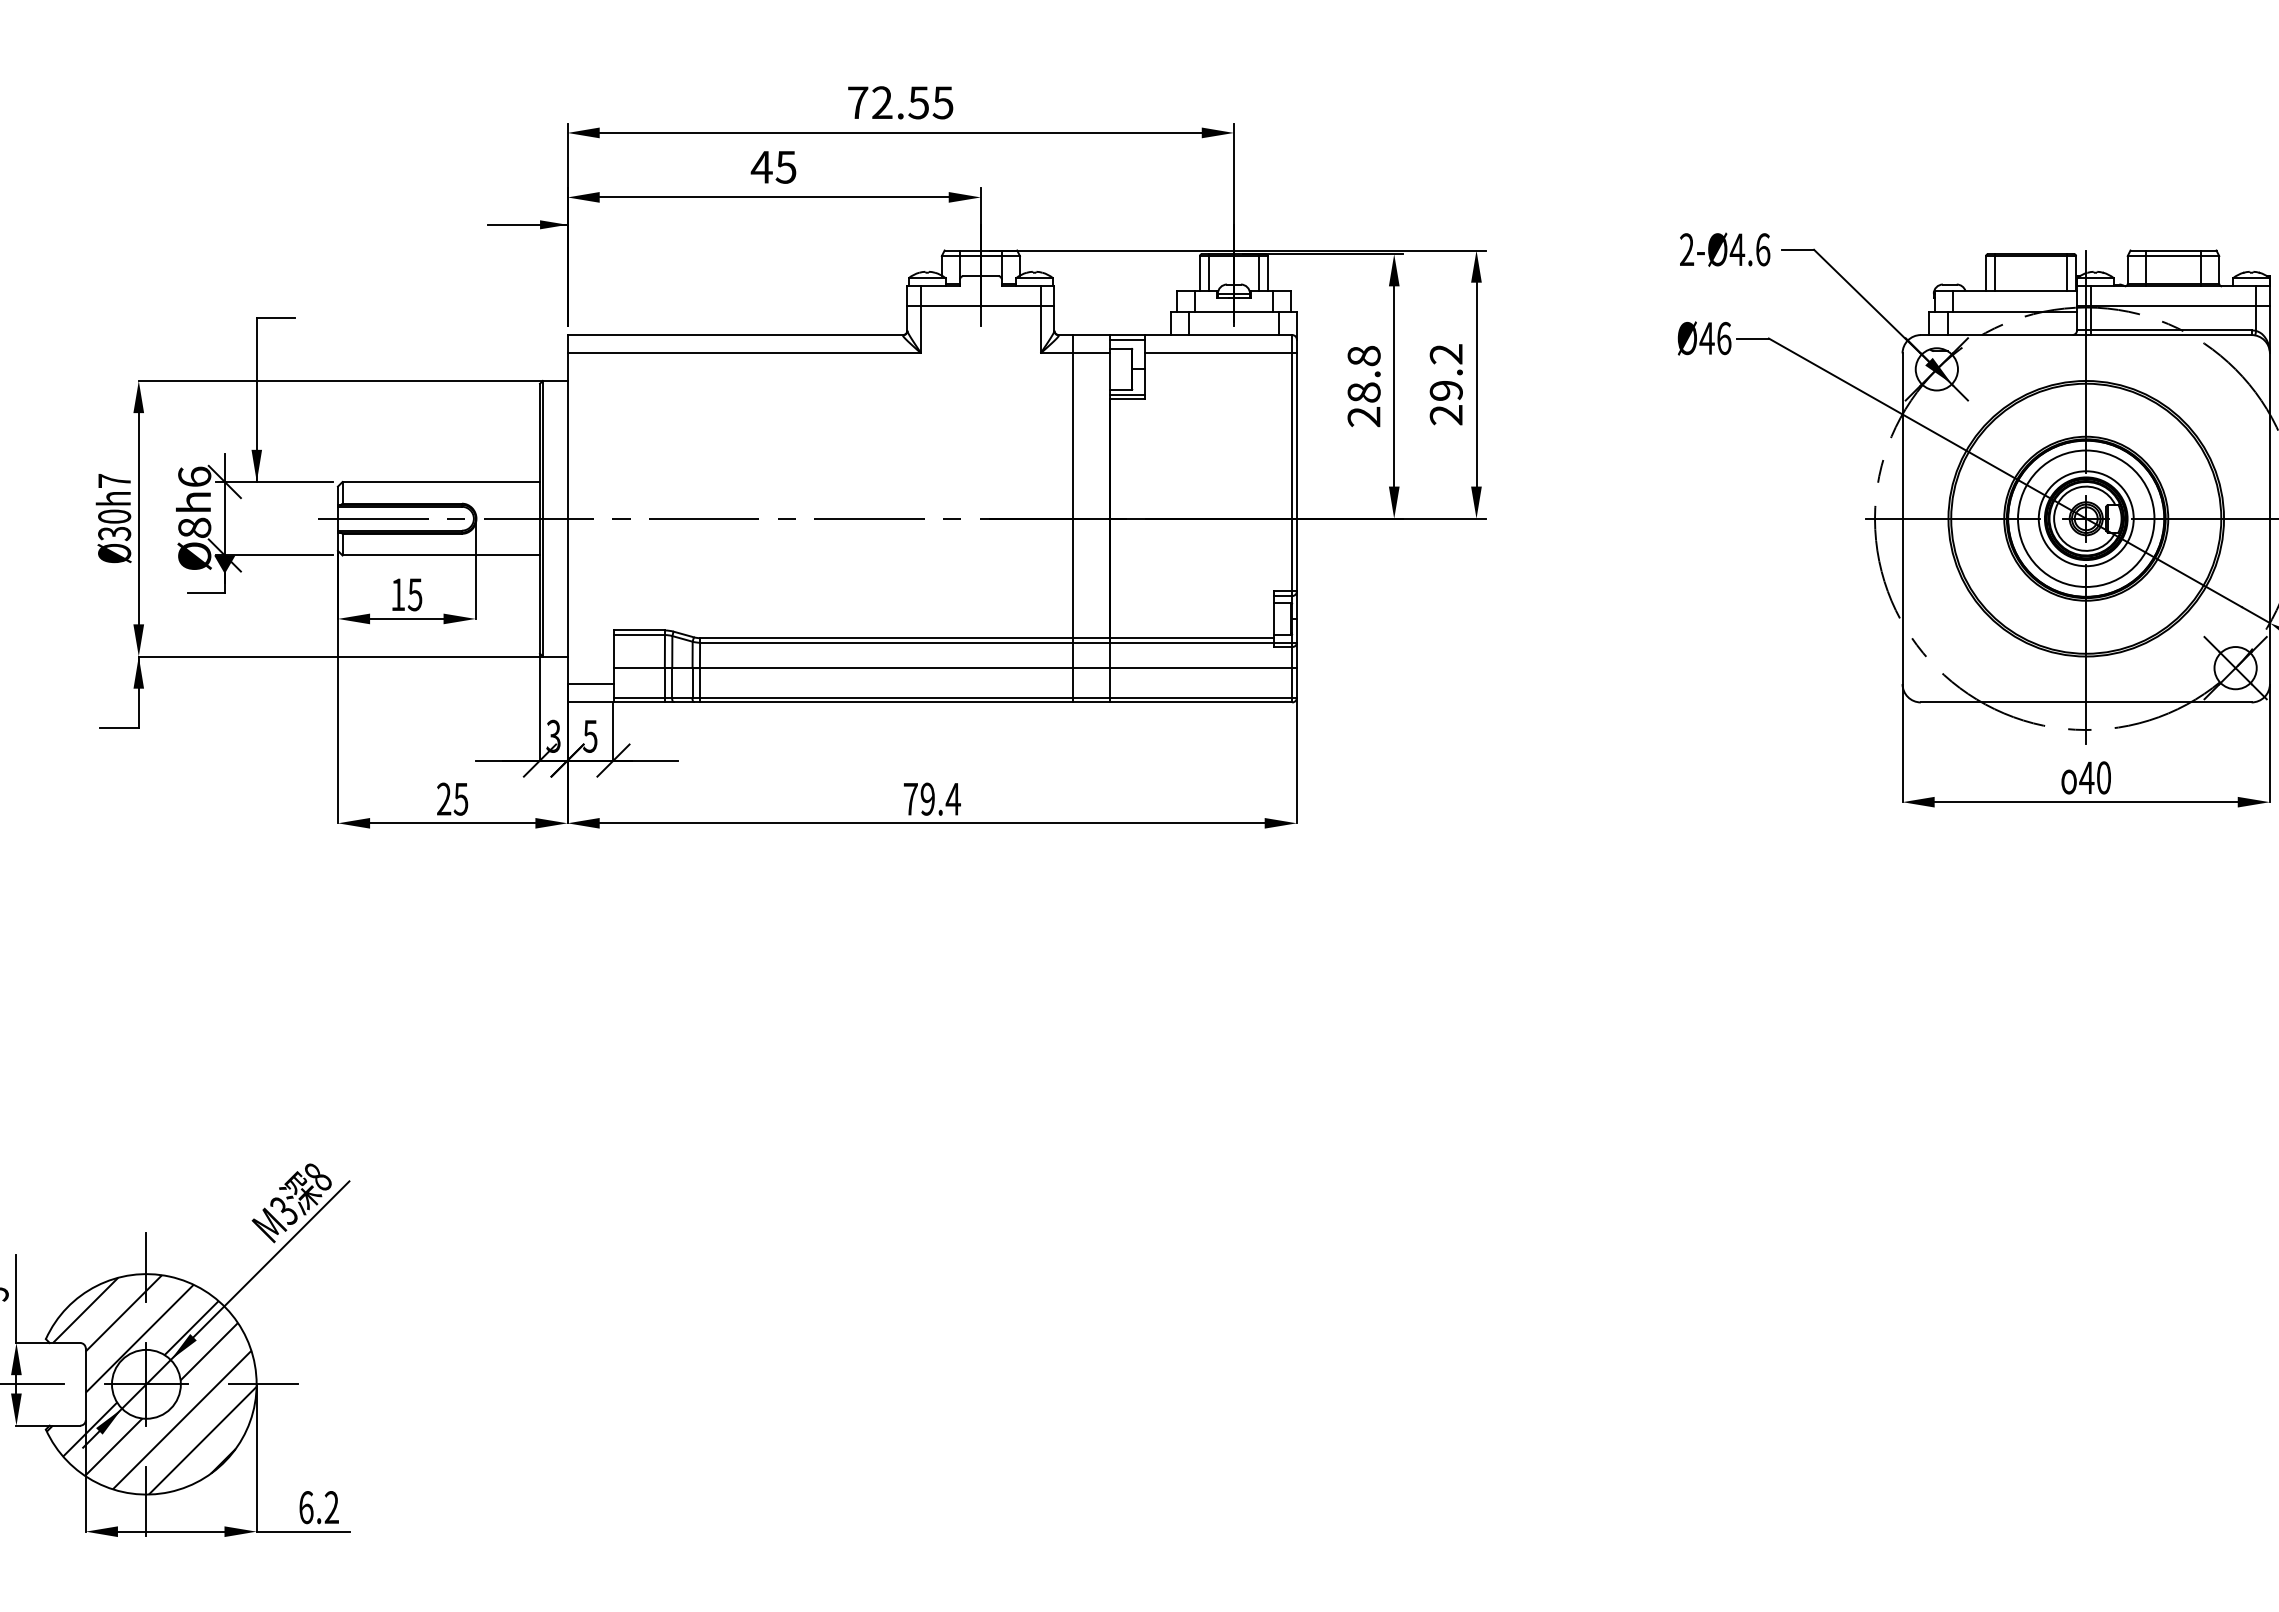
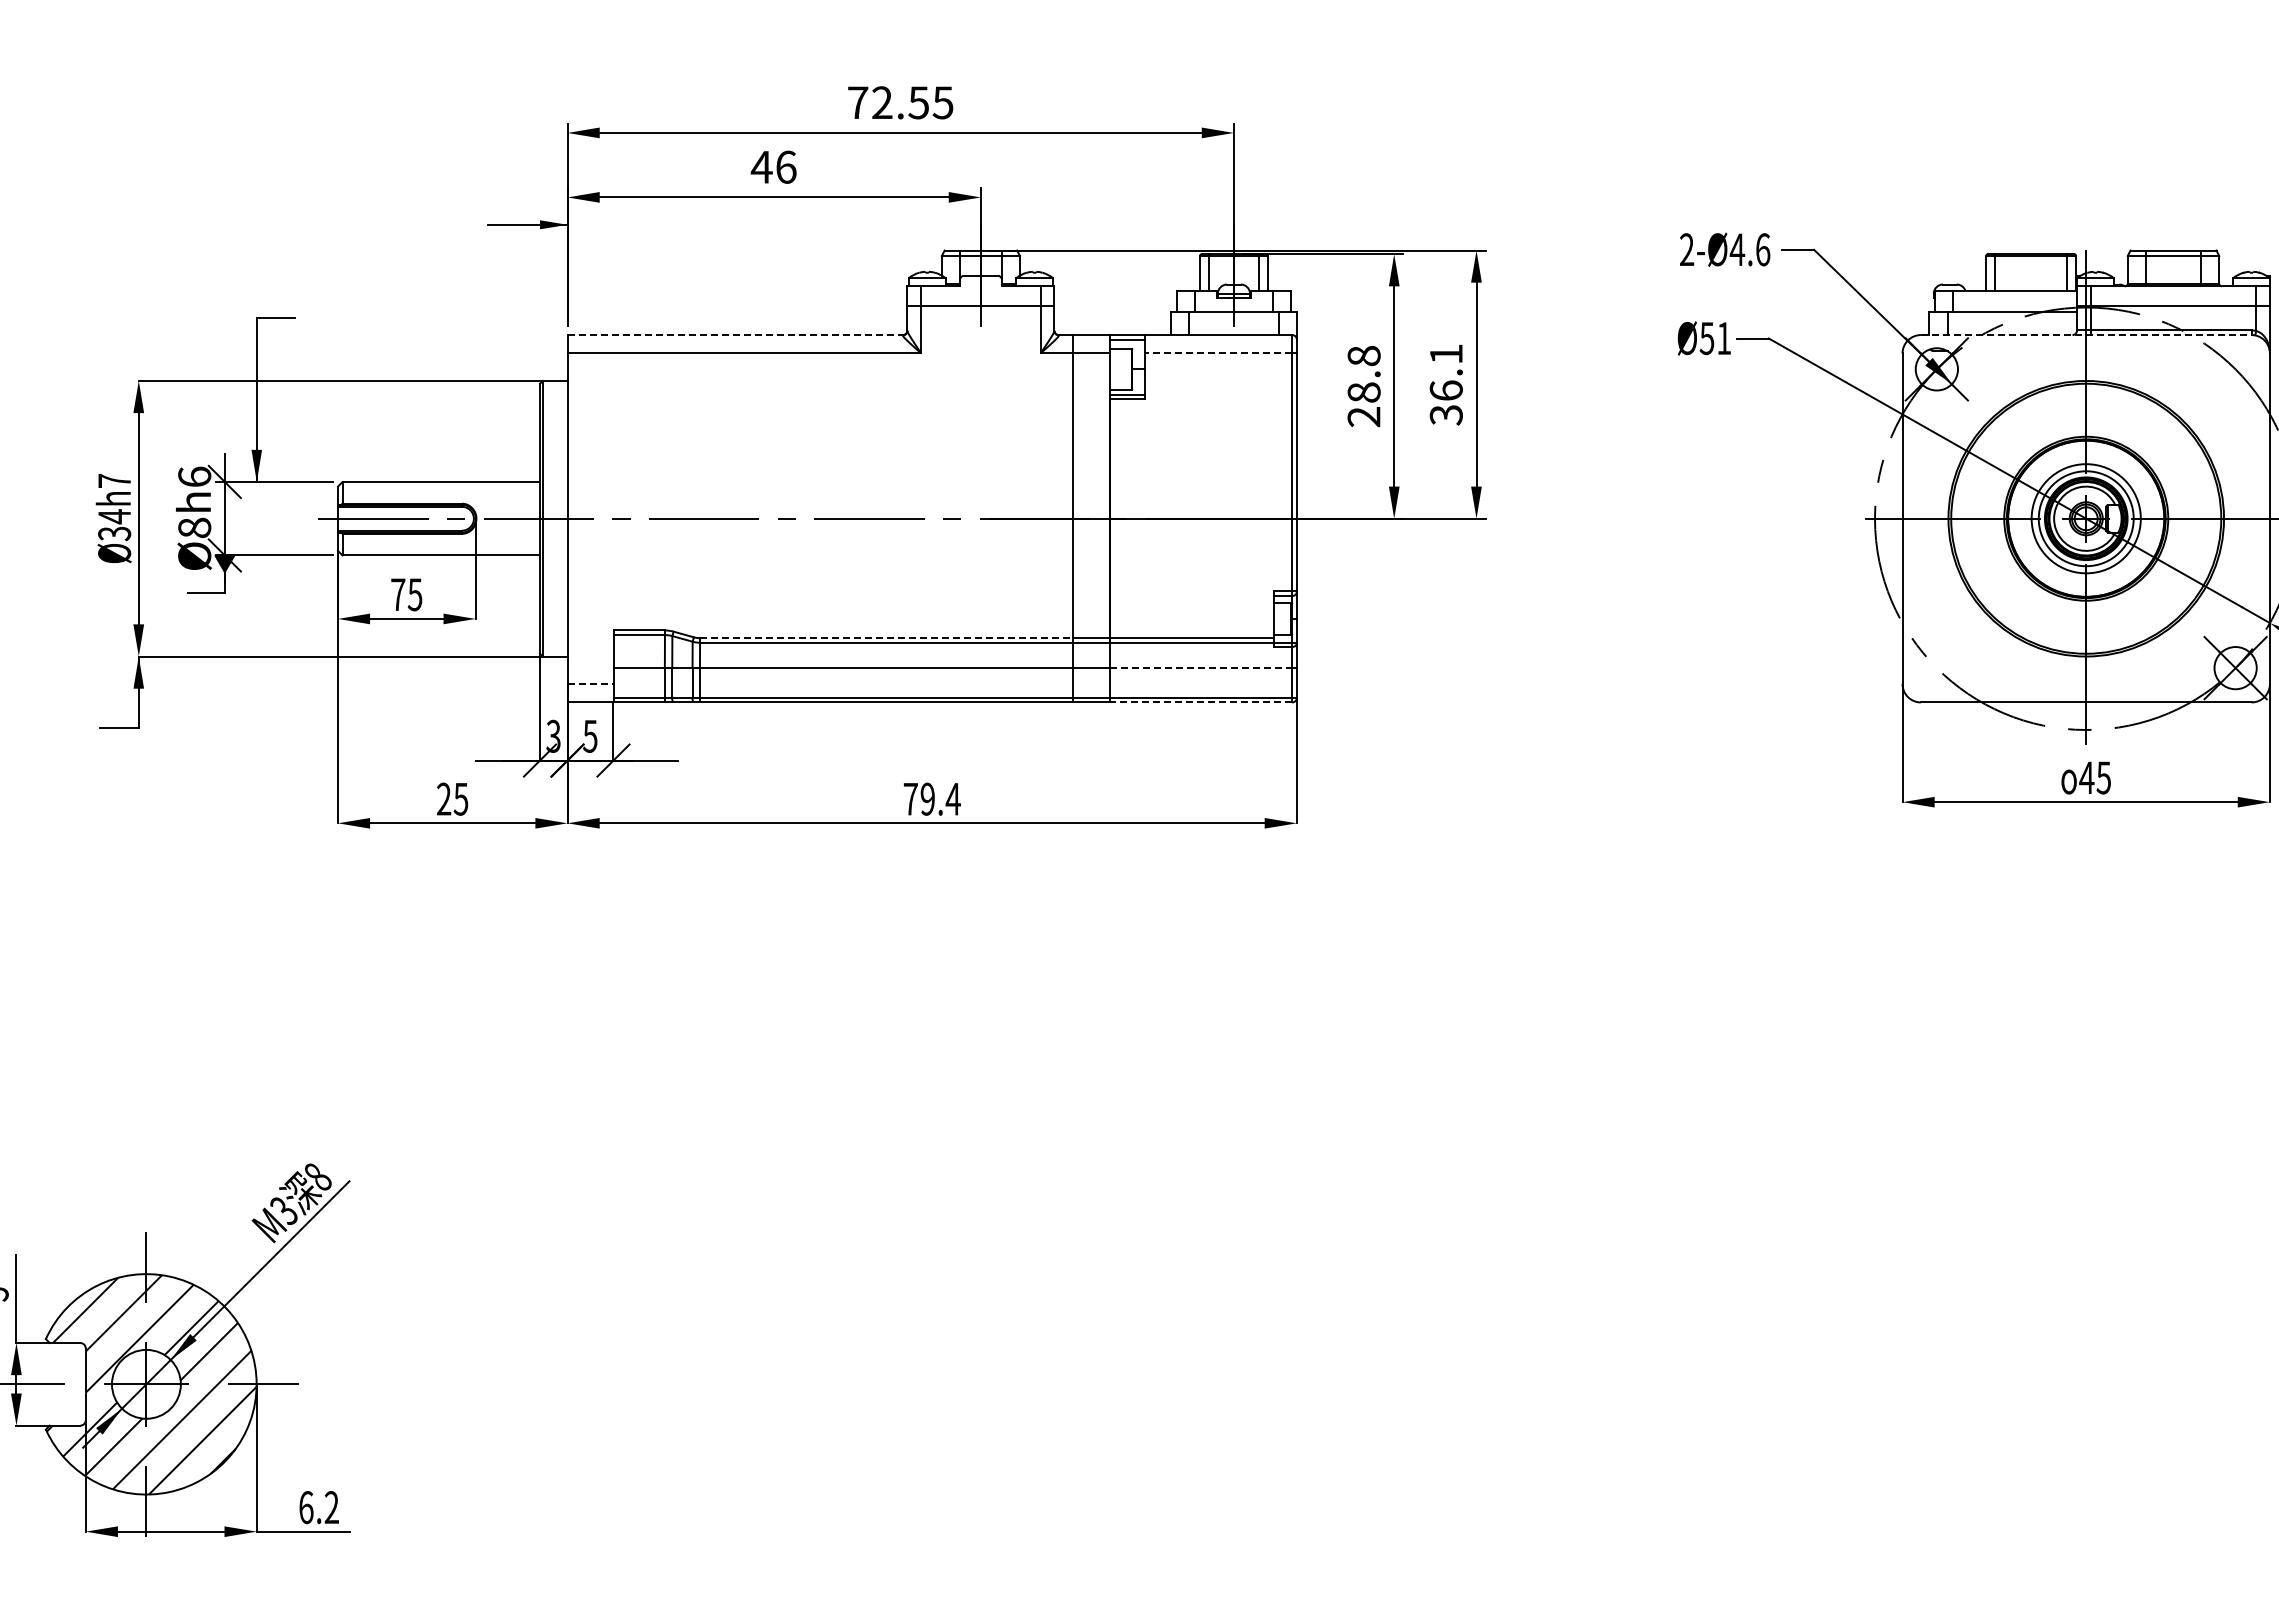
text at (785, 166): 45 -> 46
line at (735, 335): solid -> dashed
line at (2086, 335): solid -> dashed
text at (1715, 338): Ø46 -> Ø51
line at (1218, 353): solid -> dashed
text at (1445, 384): 29.2 -> 36.1
text at (114, 516): 30h7 -> 34h7
circle at (2086, 518) diameter: 136 px -> 109 px
text at (398, 594): 15 -> 75
line at (886, 638): solid -> dashed
line at (1201, 668): solid -> dashed
line at (590, 684): solid -> dashed
line at (1200, 702): solid -> dashed
text at (2103, 777): 40 -> 45
